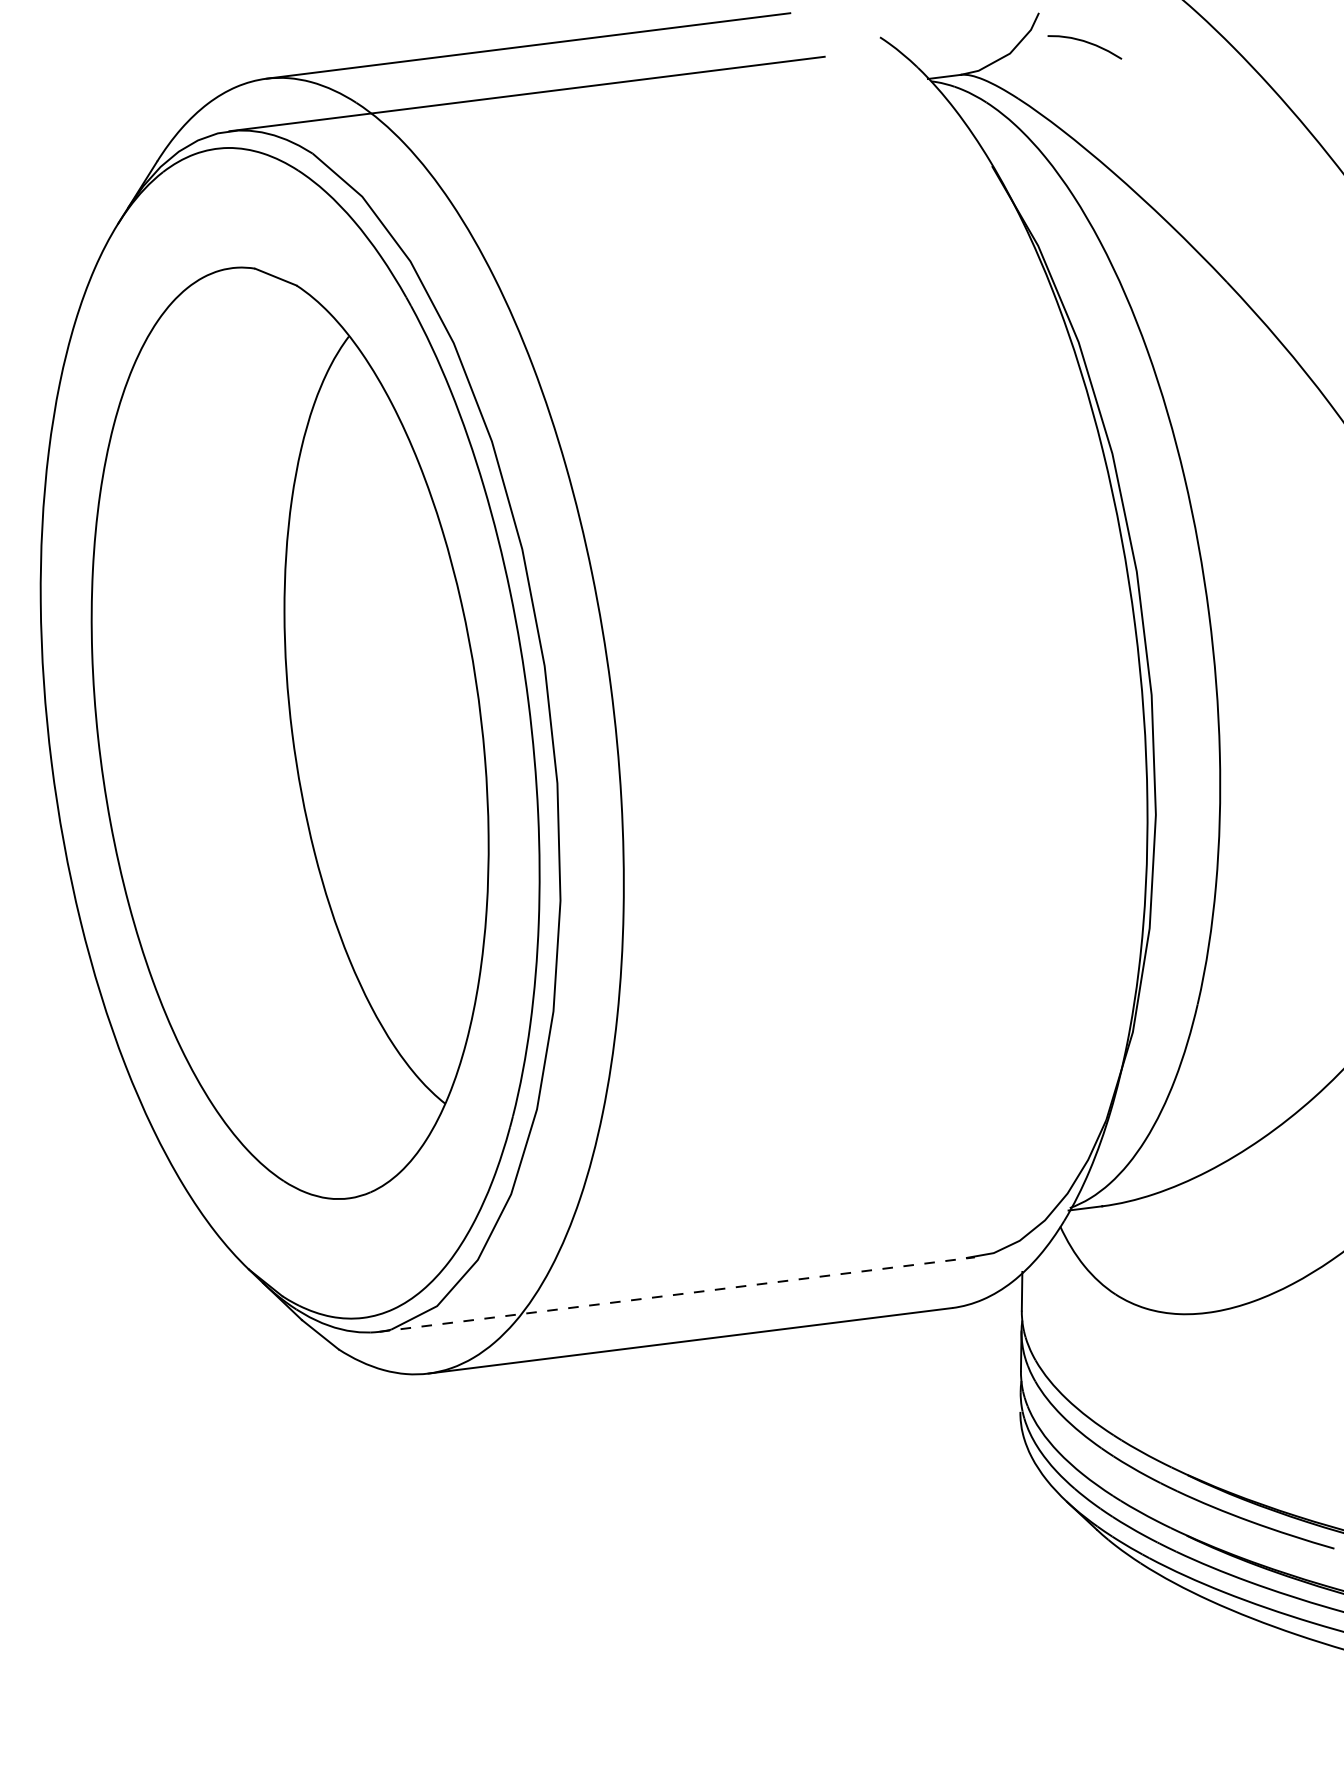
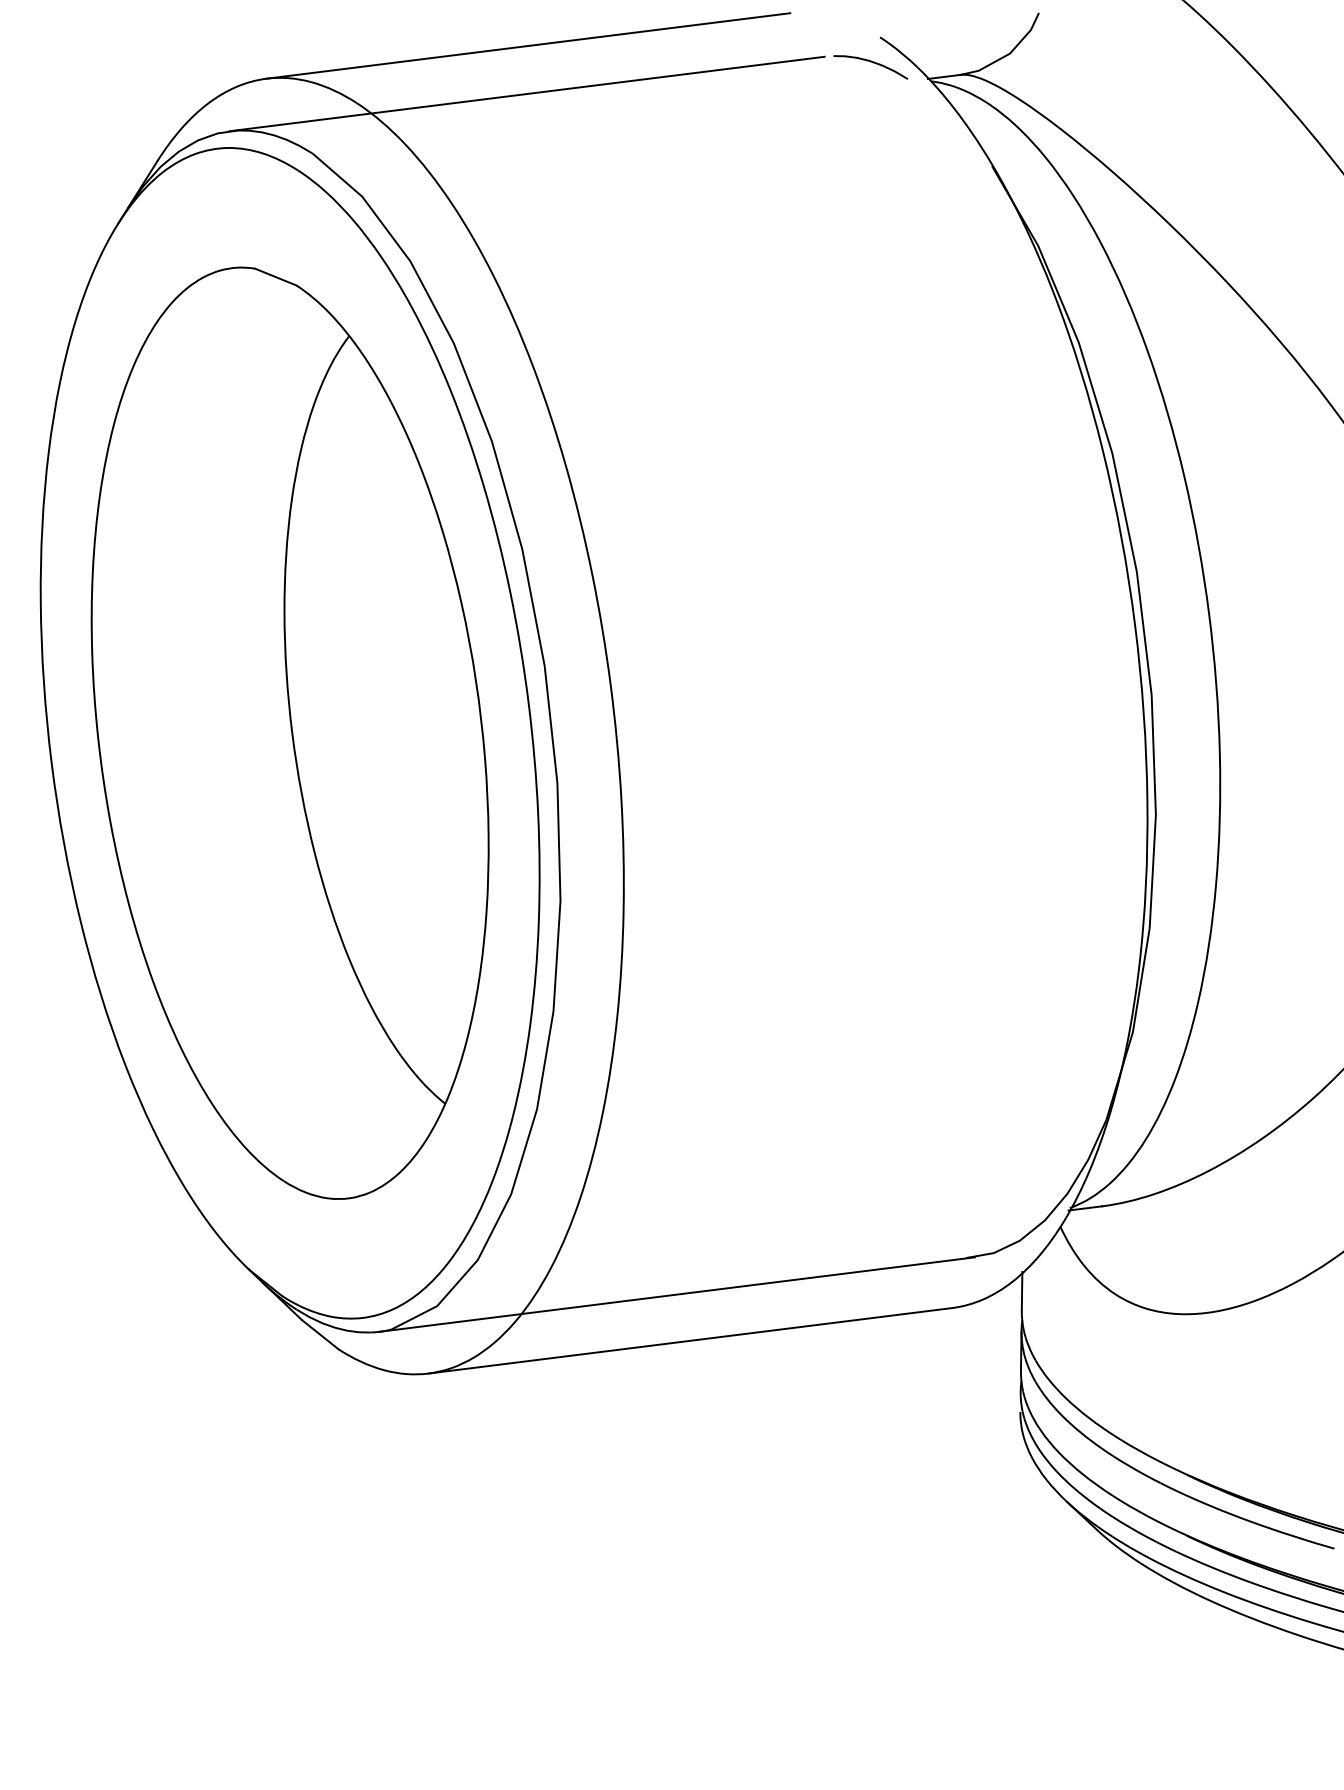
curve at (1084, 42) position: (1084, 42) -> (870, 62)
line at (677, 1294): dashed -> solid
